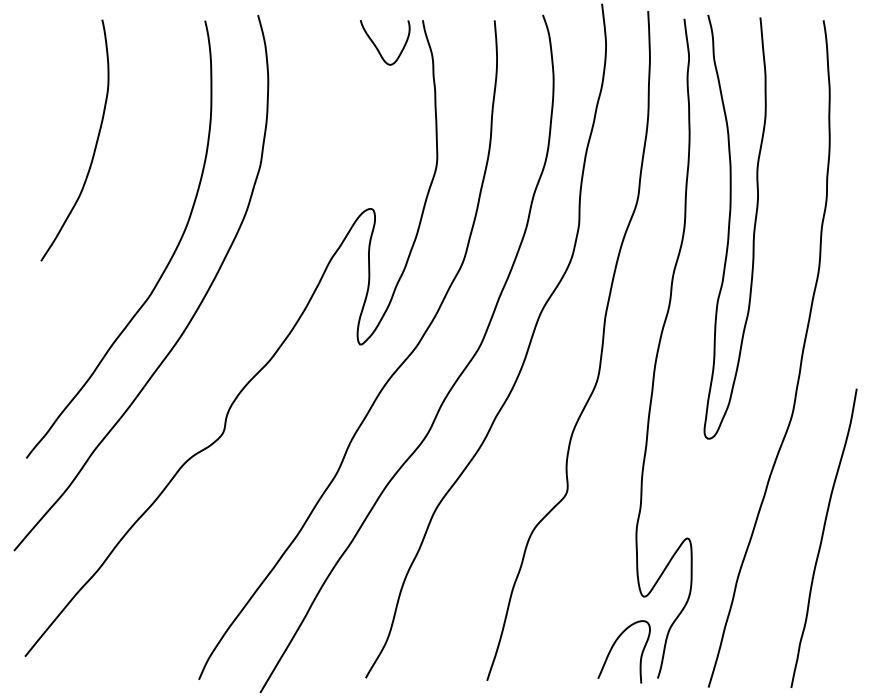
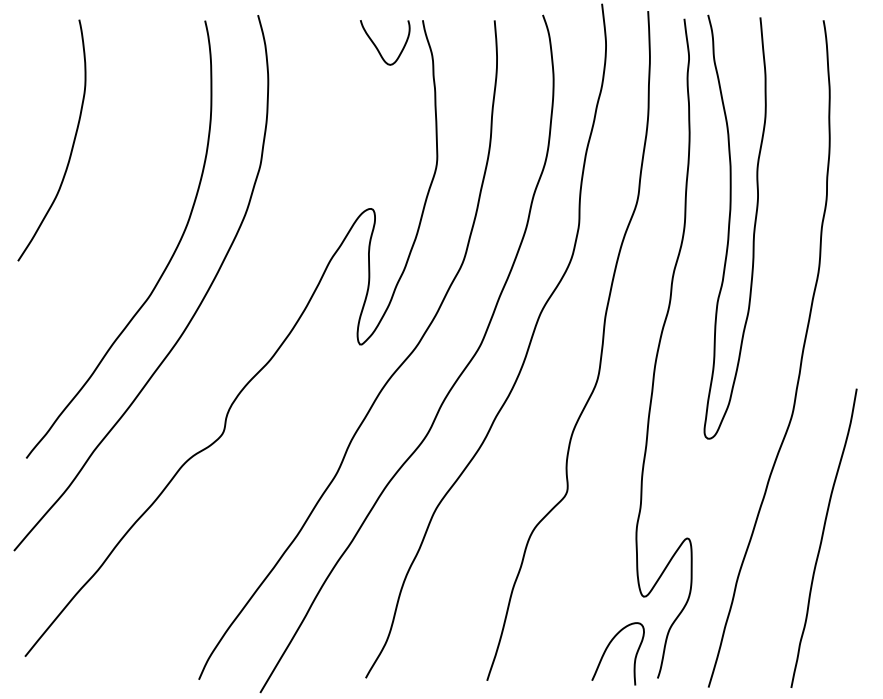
curve at (94, 147) position: (94, 147) -> (71, 147)
curve at (613, 647) position: (613, 647) -> (607, 649)
